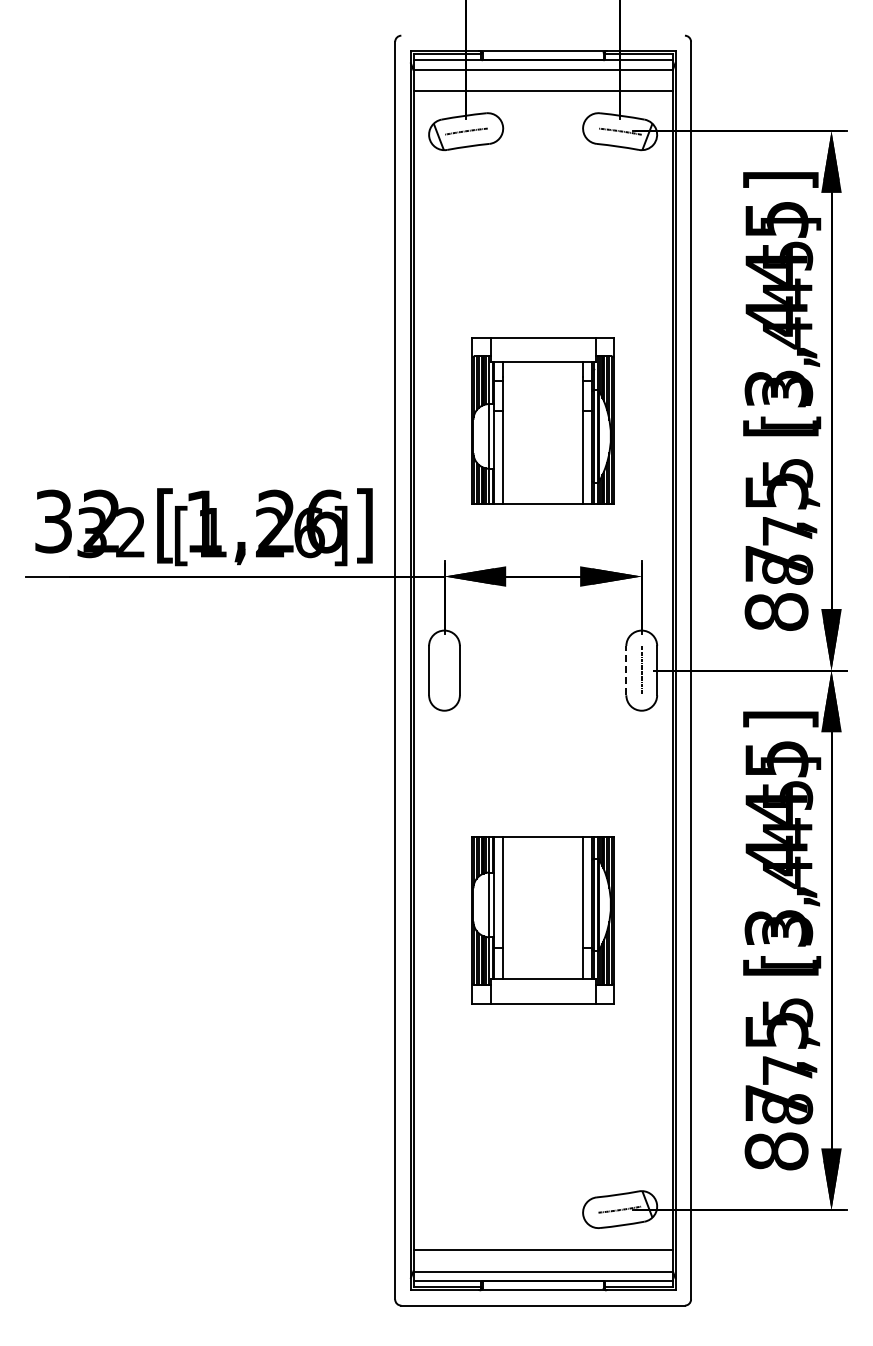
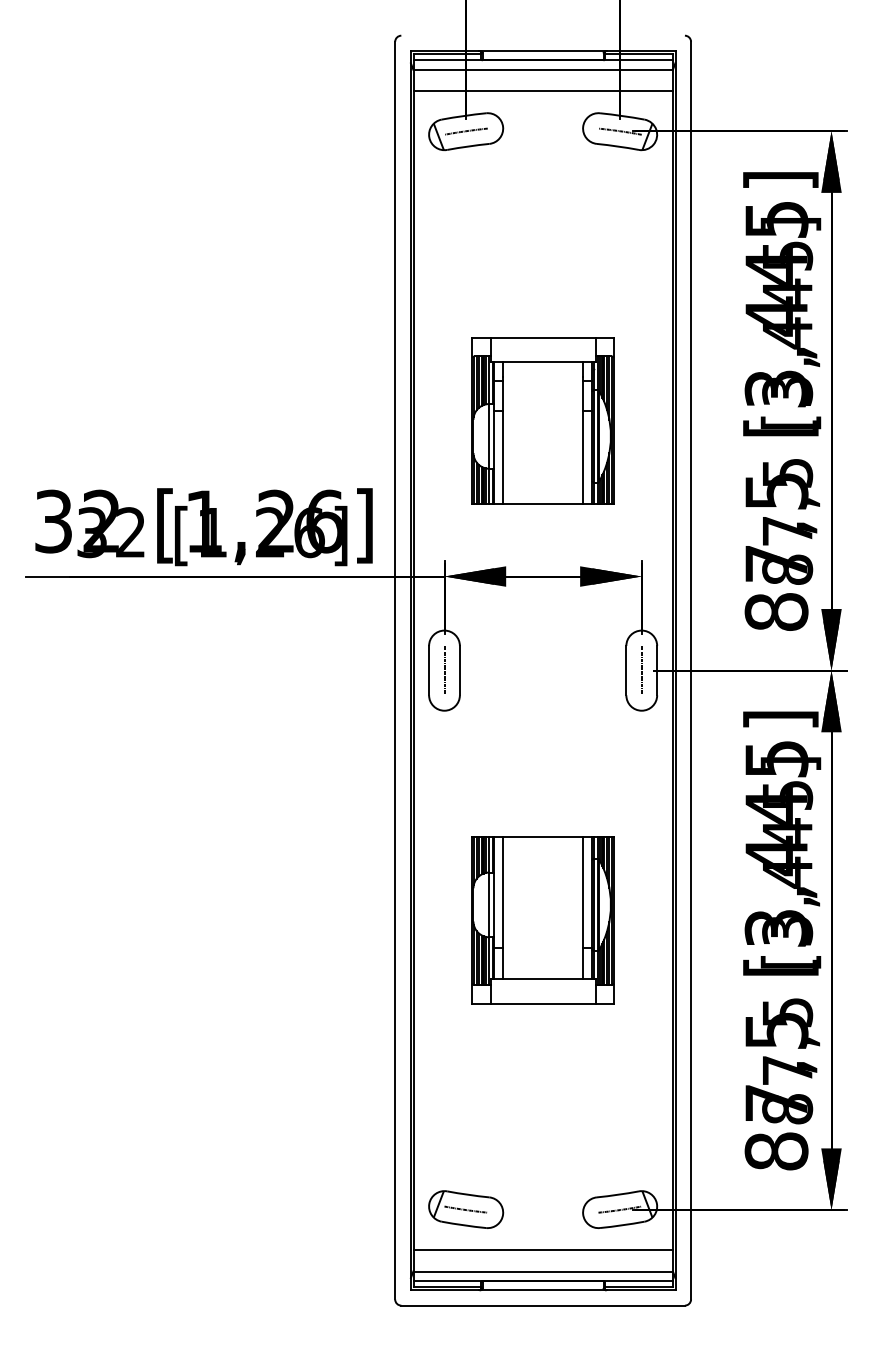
line at (444, 670): none -> present
line at (626, 670): dashed -> solid
part at (466, 1209): none -> present
